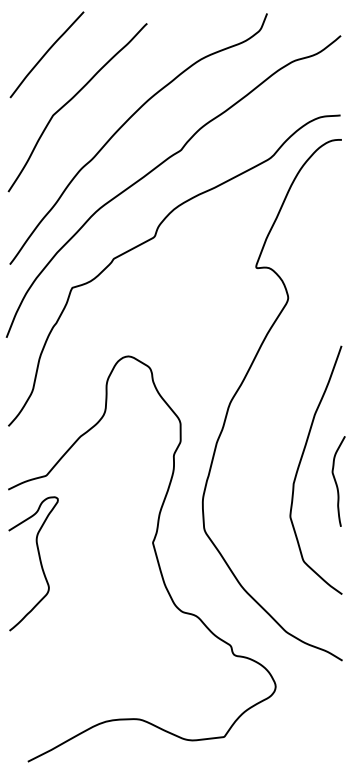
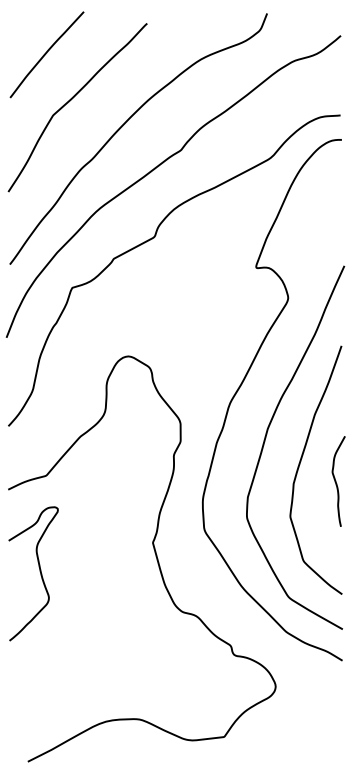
curve at (266, 438): none -> present
curve at (39, 561) position: (39, 561) -> (39, 571)
